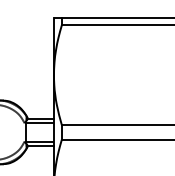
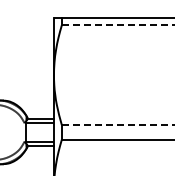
line at (117, 25): solid -> dashed
line at (117, 125): solid -> dashed
